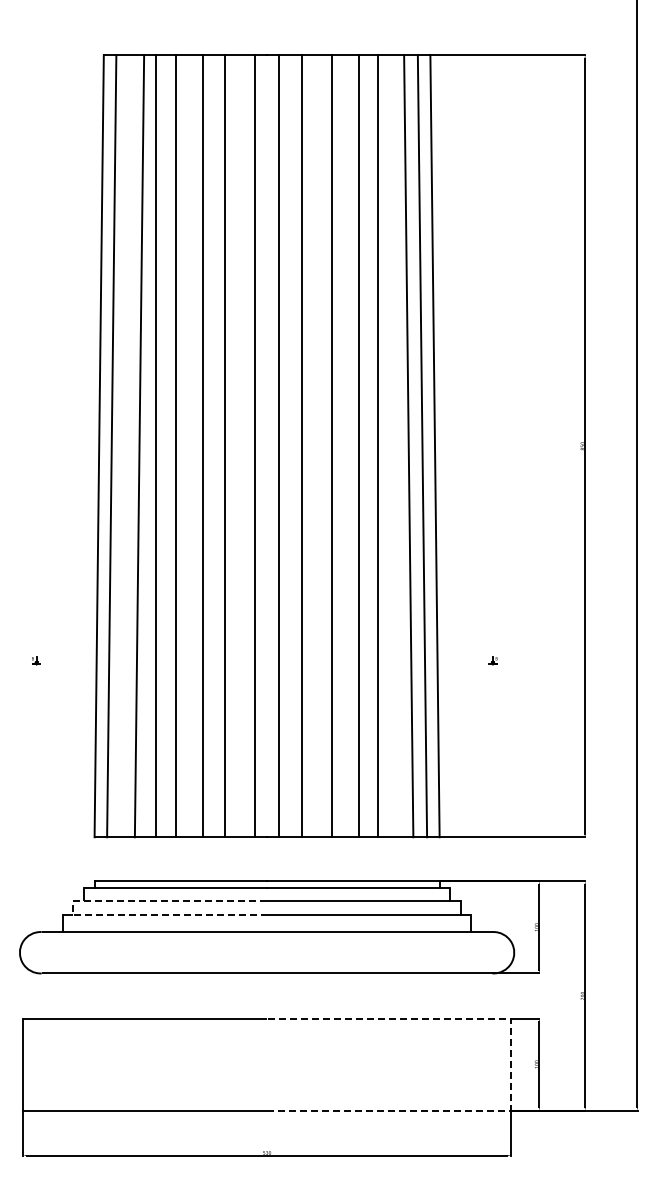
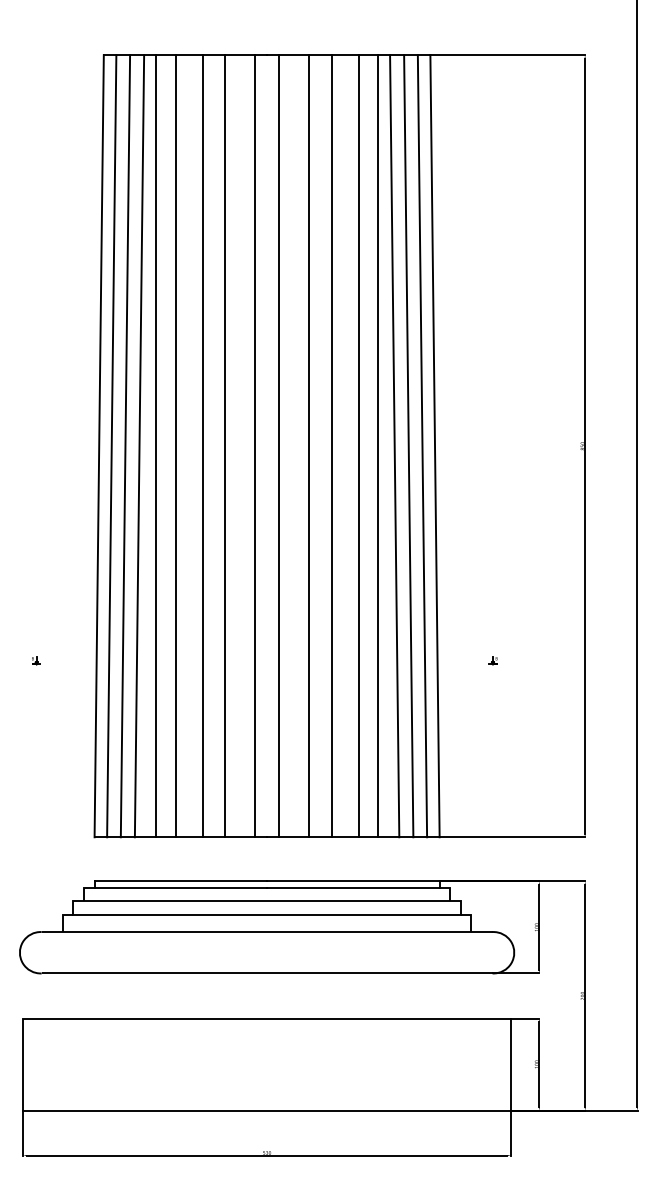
line at (125, 446): none -> present
line at (301, 446) position: (301, 446) -> (308, 446)
line at (394, 446): none -> present
line at (73, 908): dashed -> solid
line at (510, 1064): dashed -> solid
